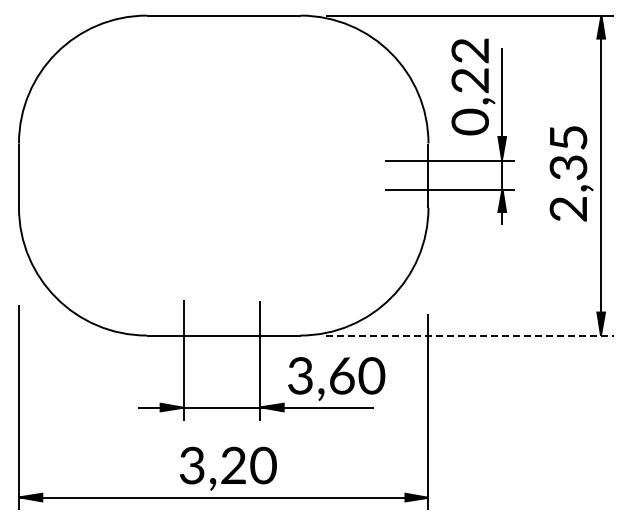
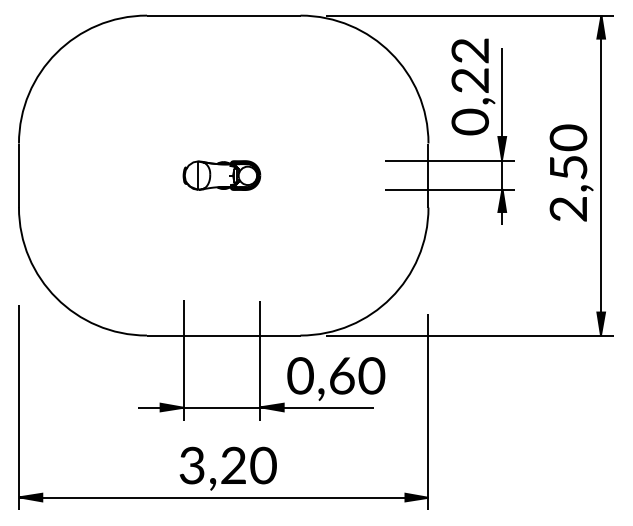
text at (568, 152): 2,35 -> 2,50
part at (221, 175): none -> present
line at (470, 335): dashed -> solid
text at (300, 375): 3,60 -> 0,60
